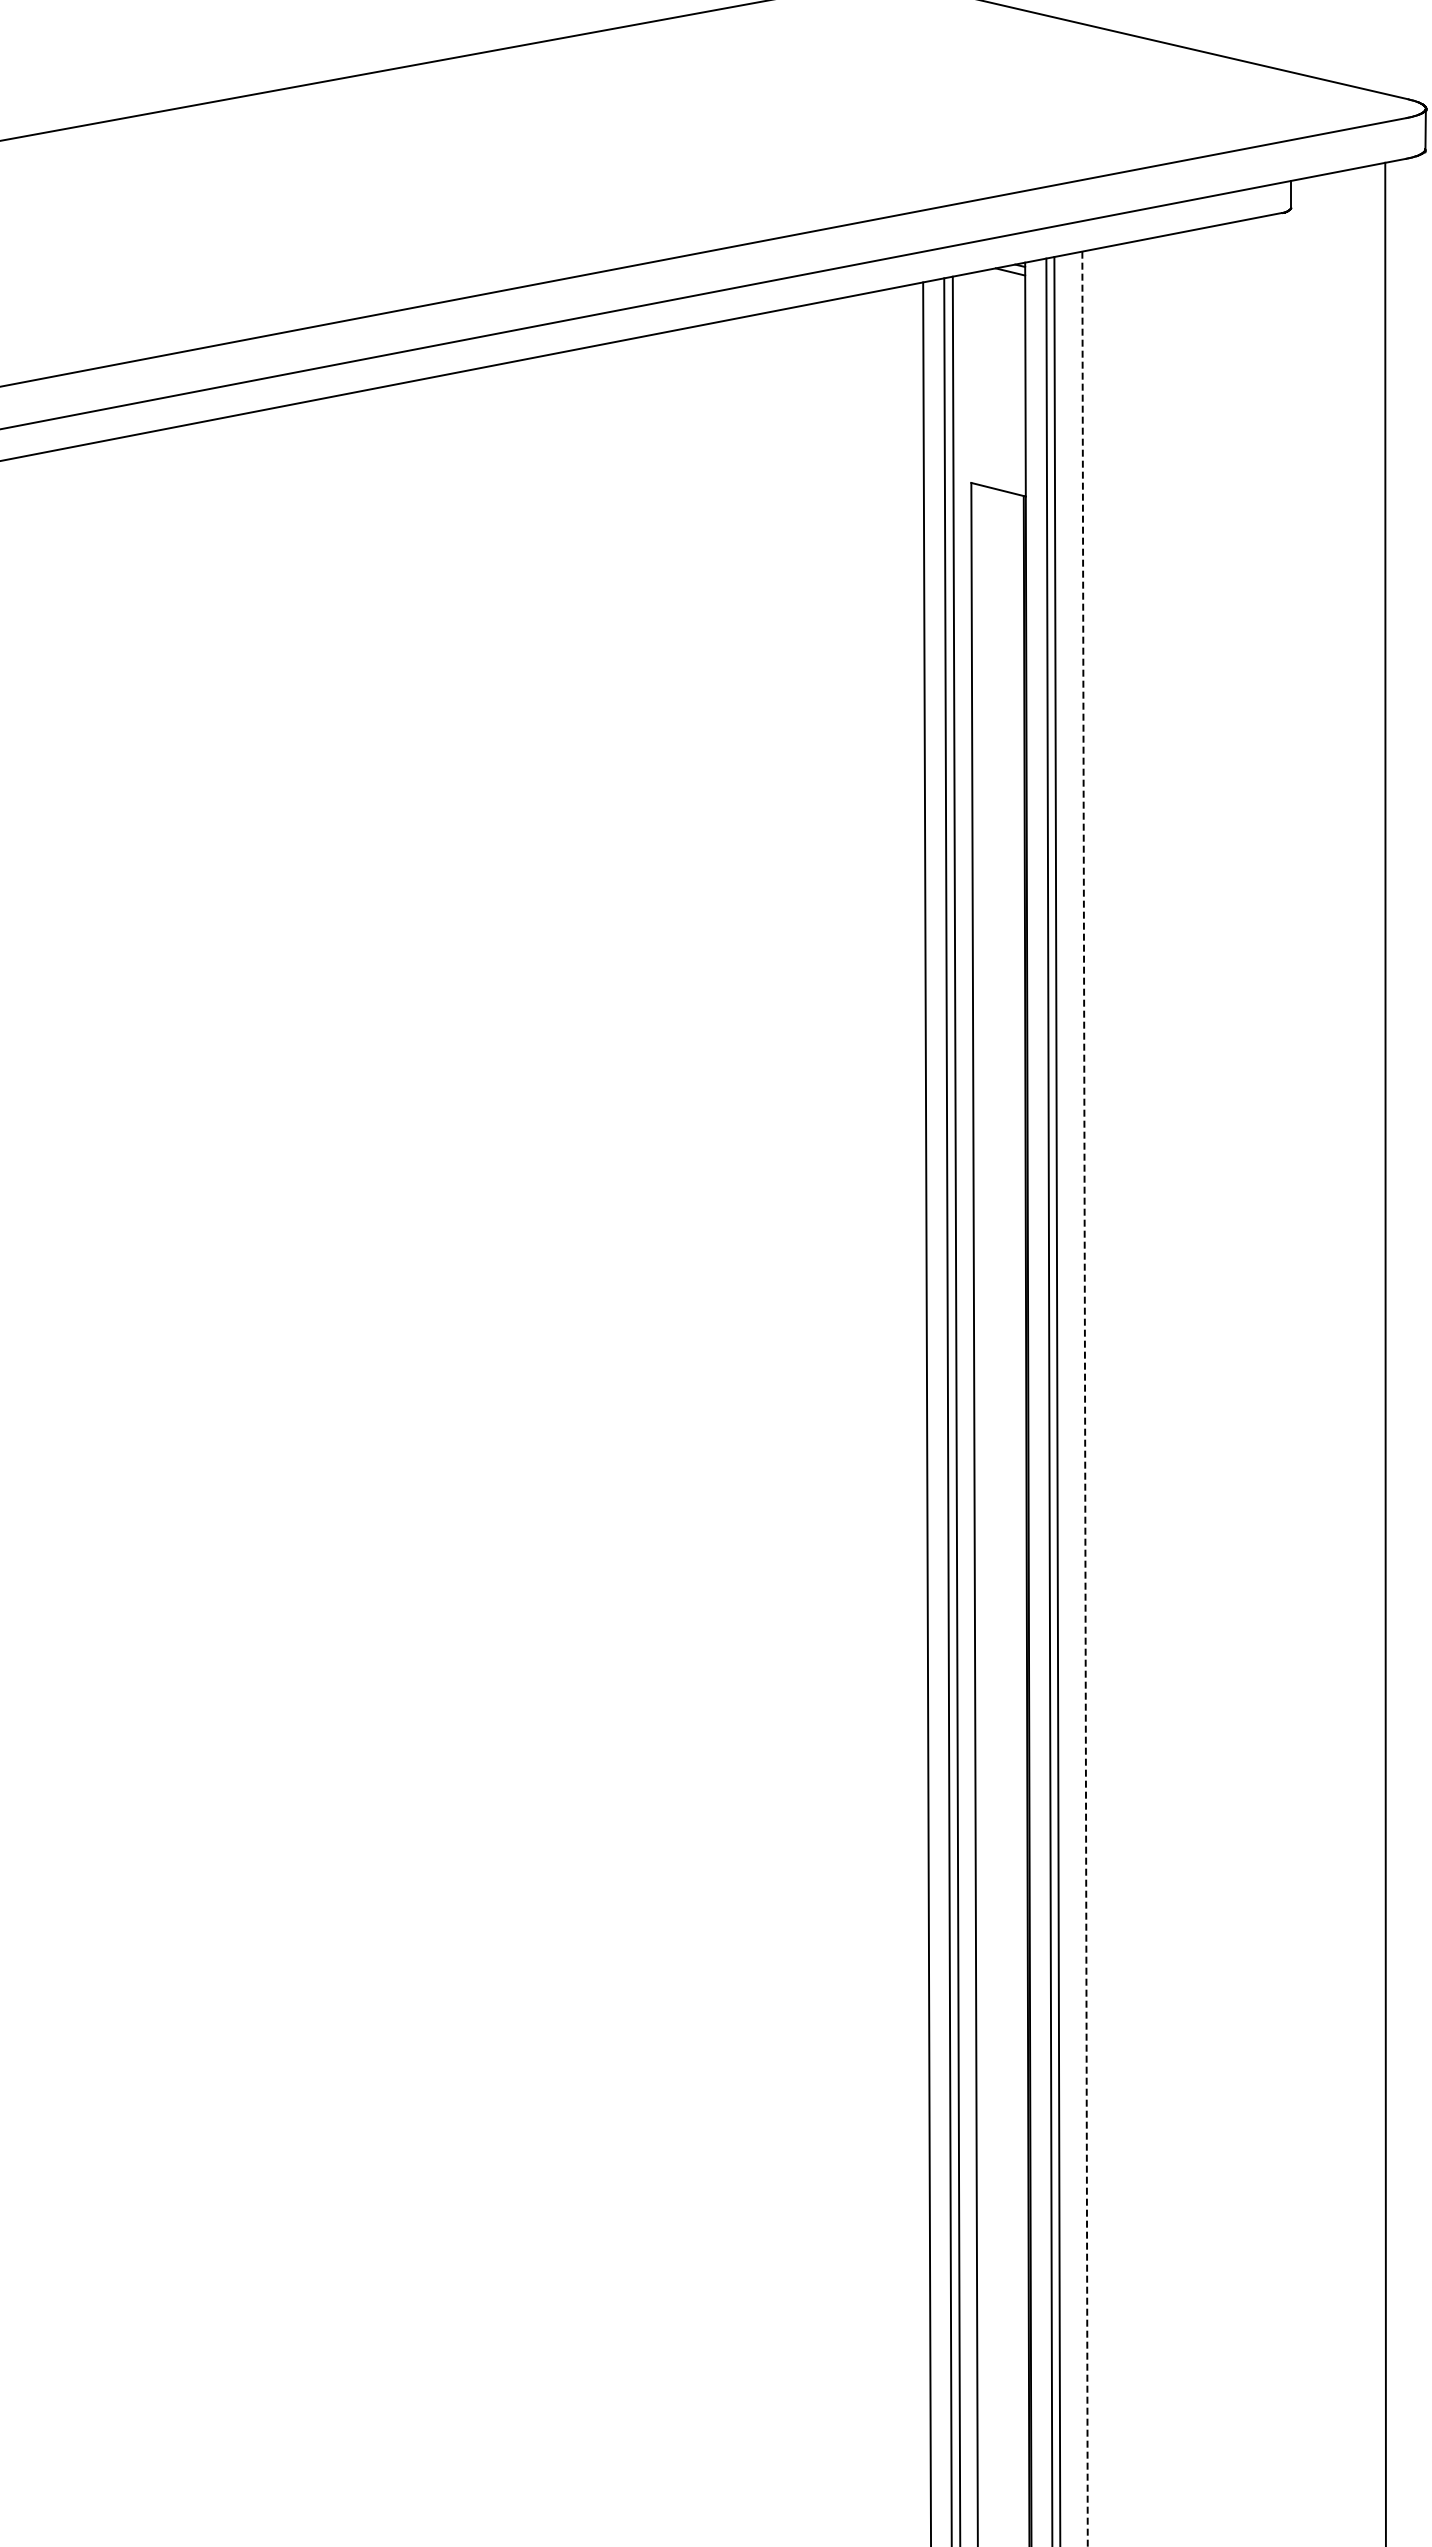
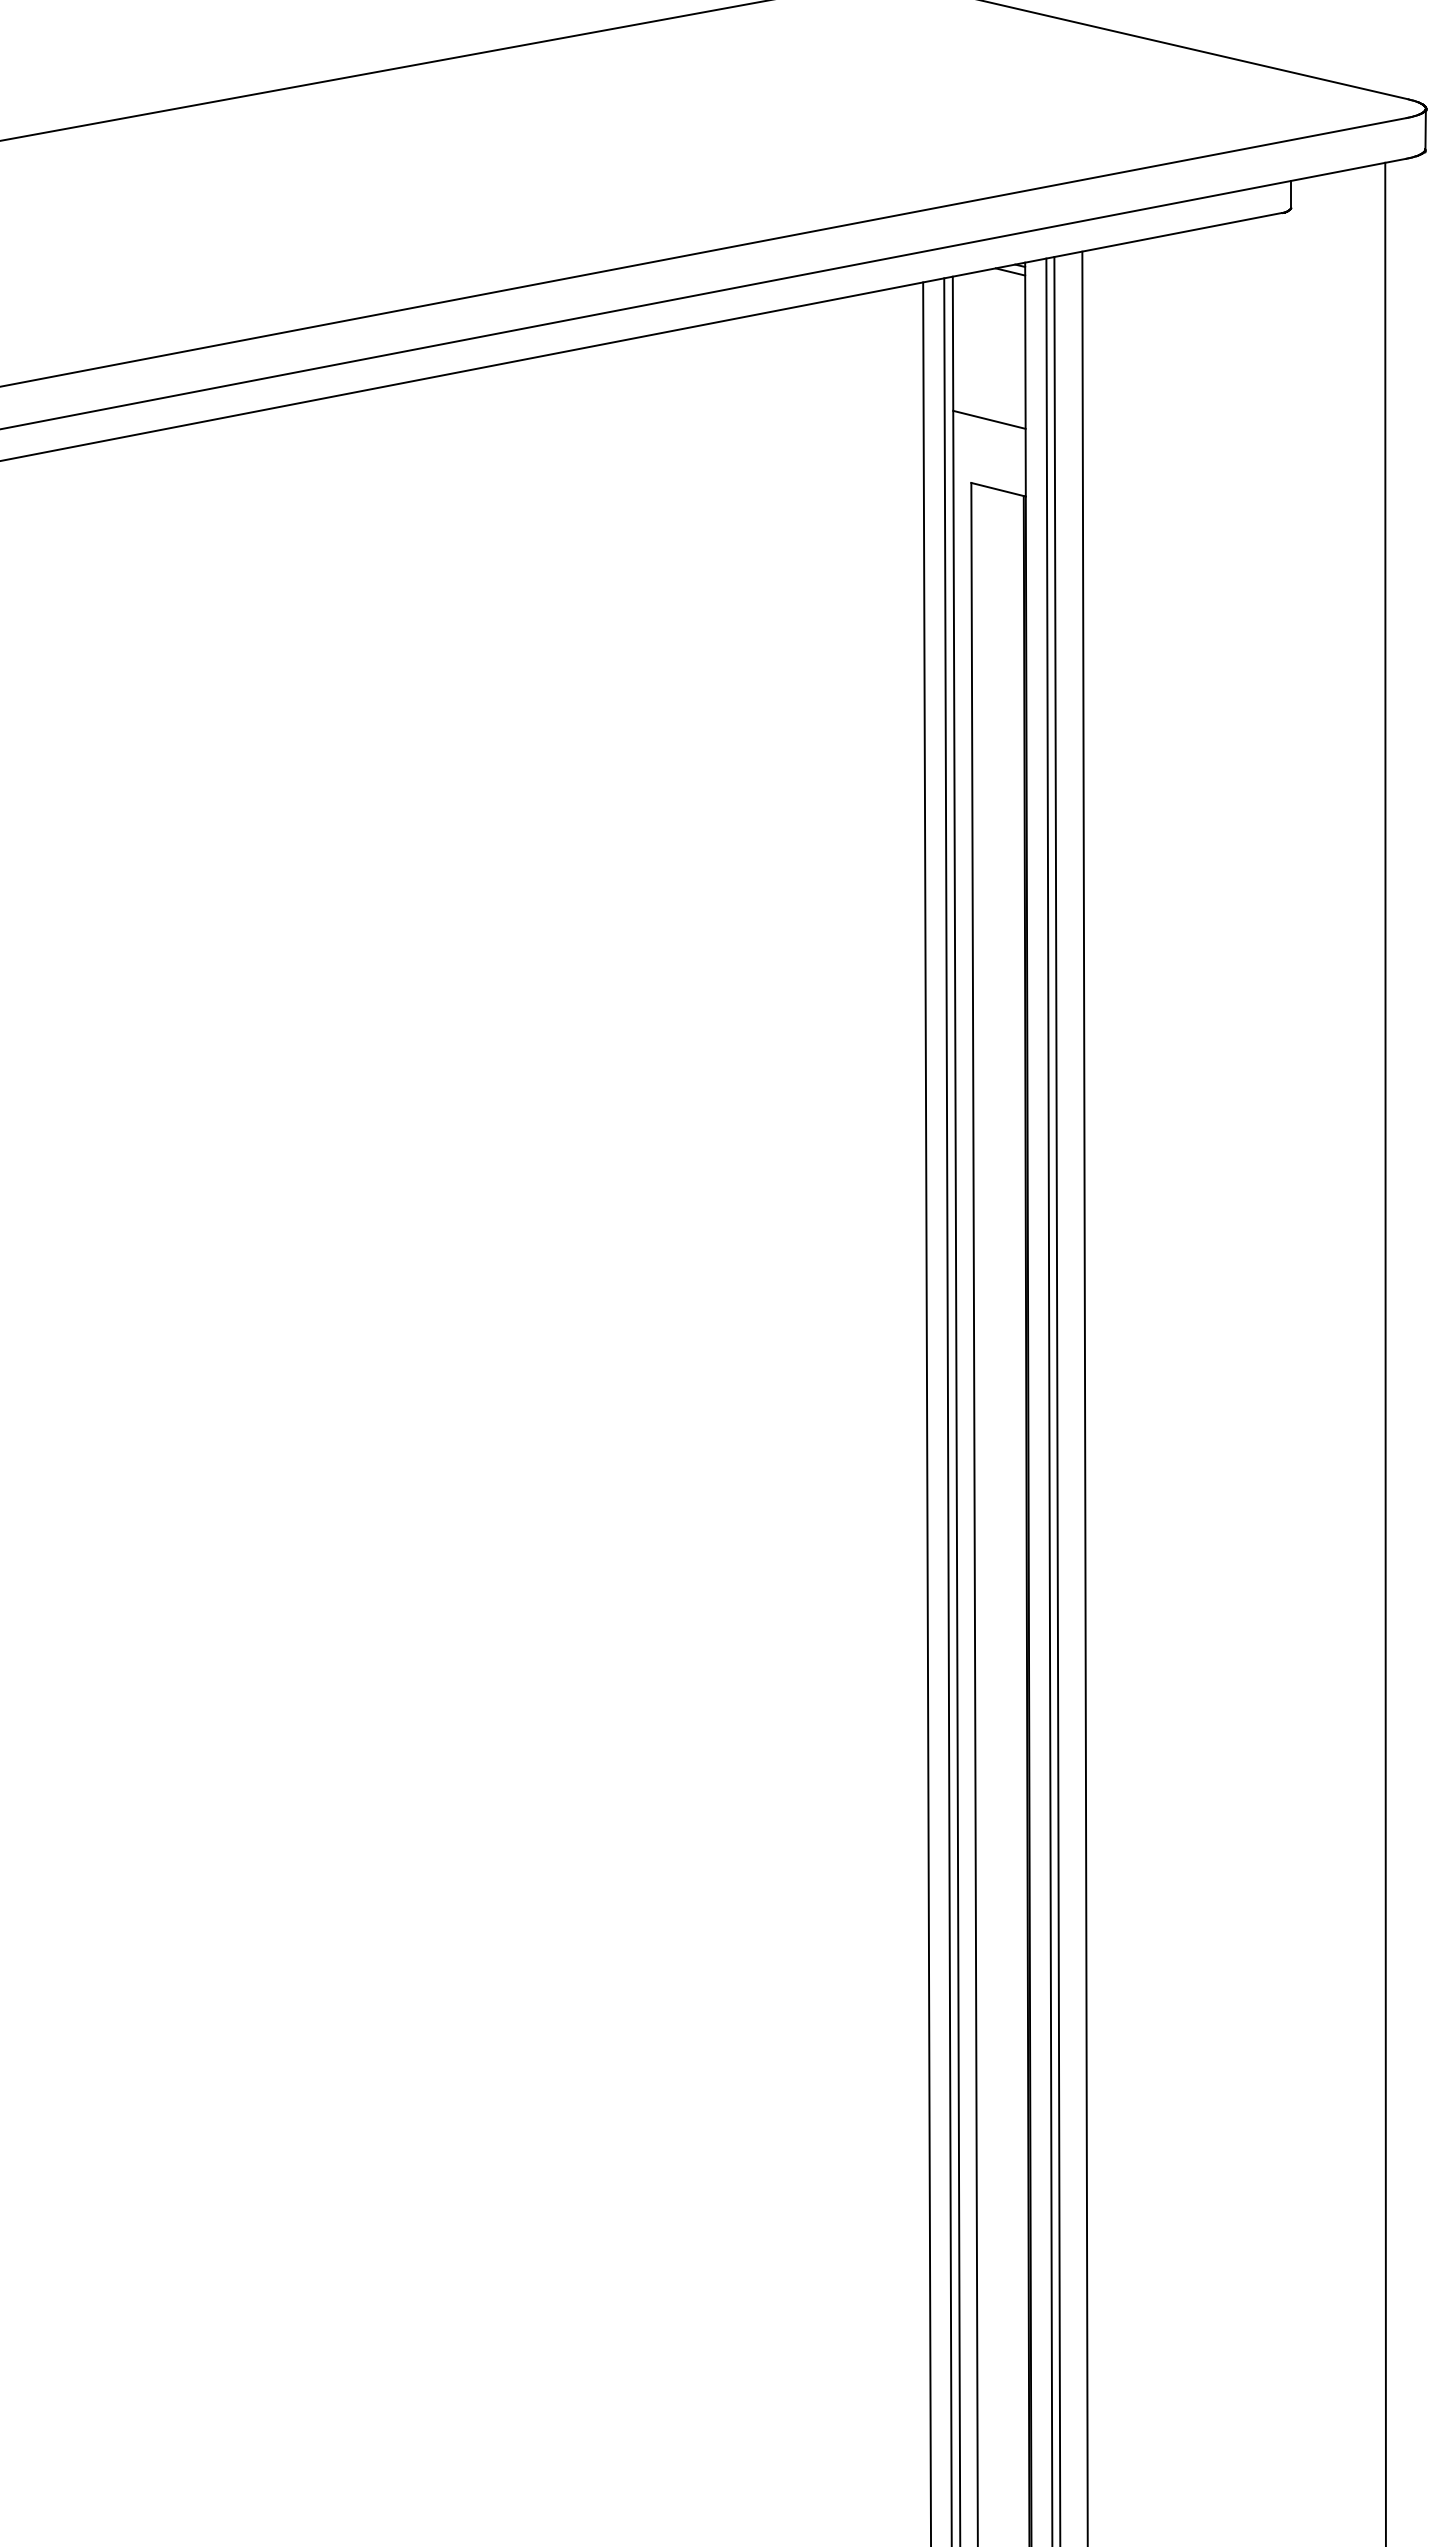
line at (989, 419): none -> present
line at (1085, 1399): dashed -> solid
